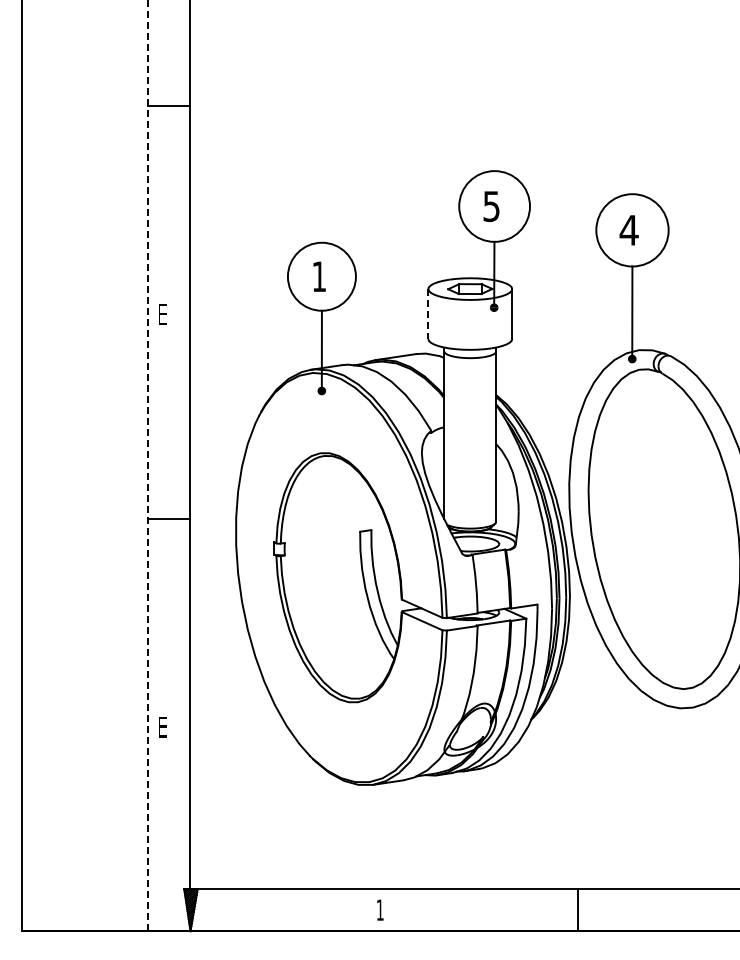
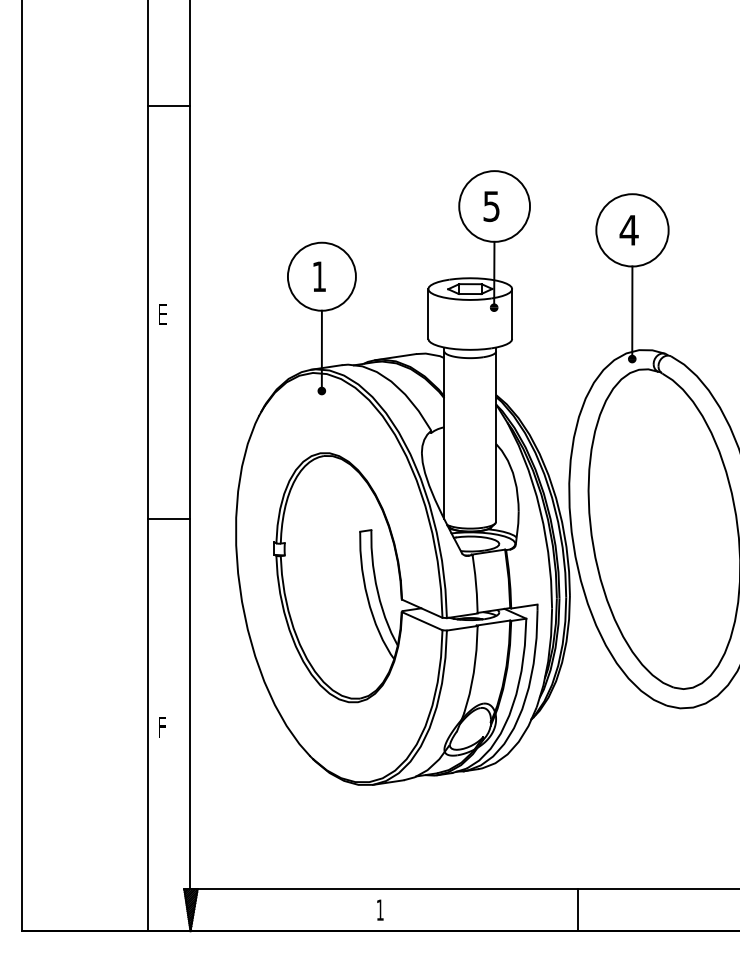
line at (428, 314): dashed -> solid
line at (148, 465): dashed -> solid
text at (163, 727): E -> F
